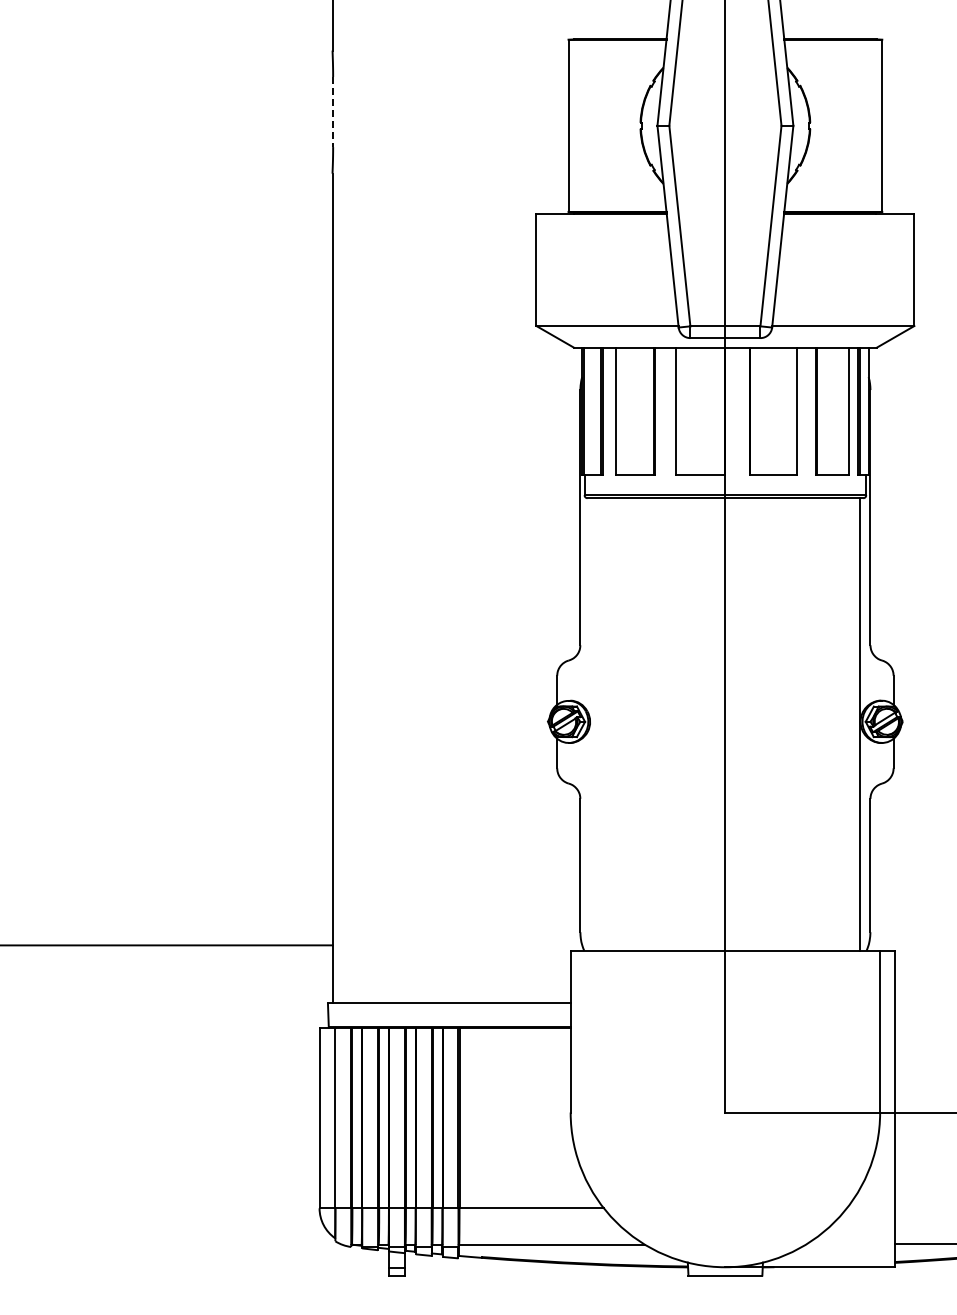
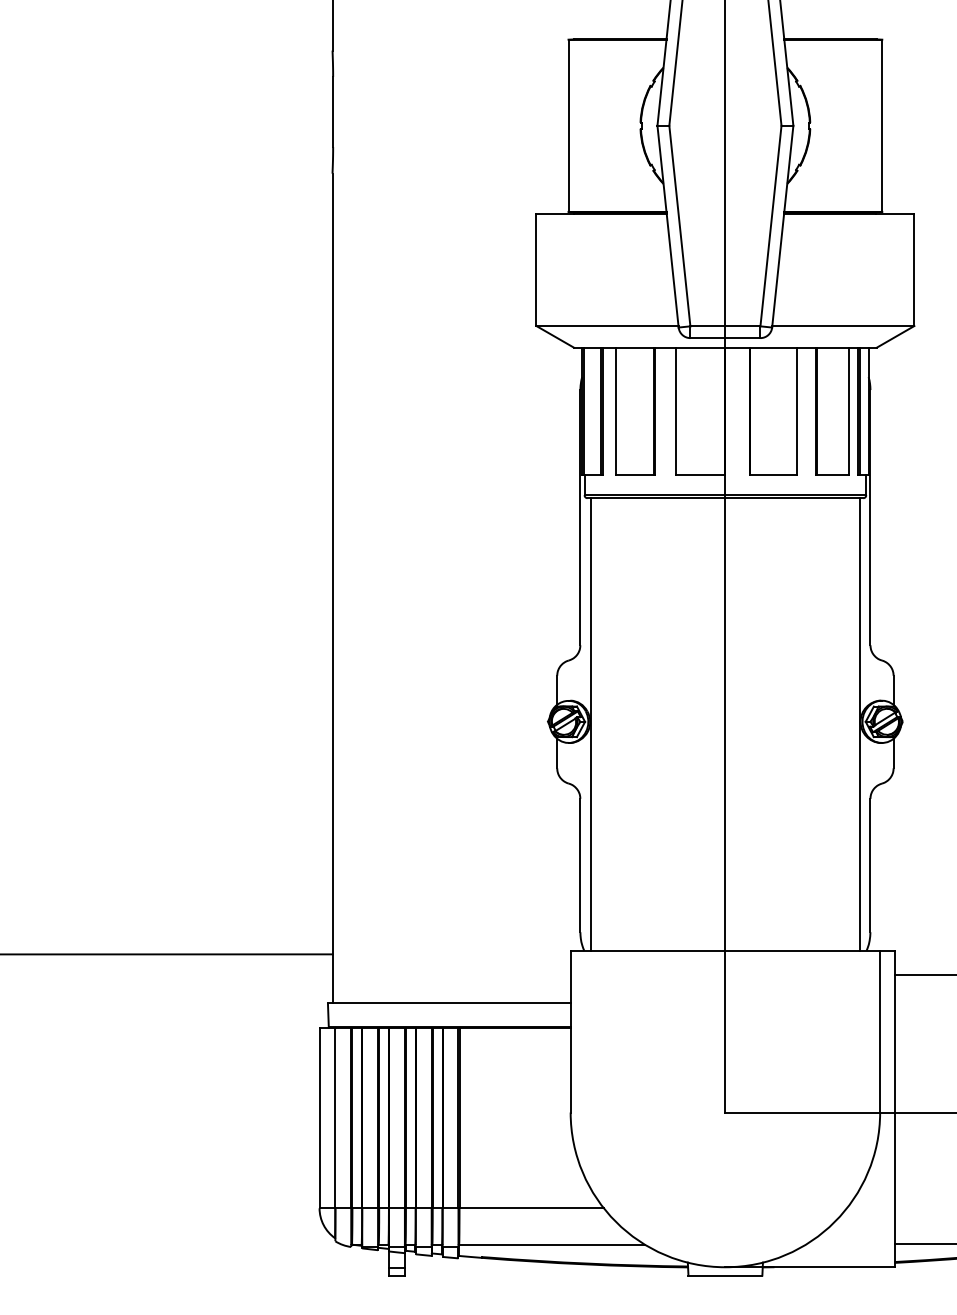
line at (333, 112): dashed -> solid
line at (591, 724): none -> present
line at (167, 945) position: (167, 945) -> (167, 954)
line at (923, 975): none -> present
